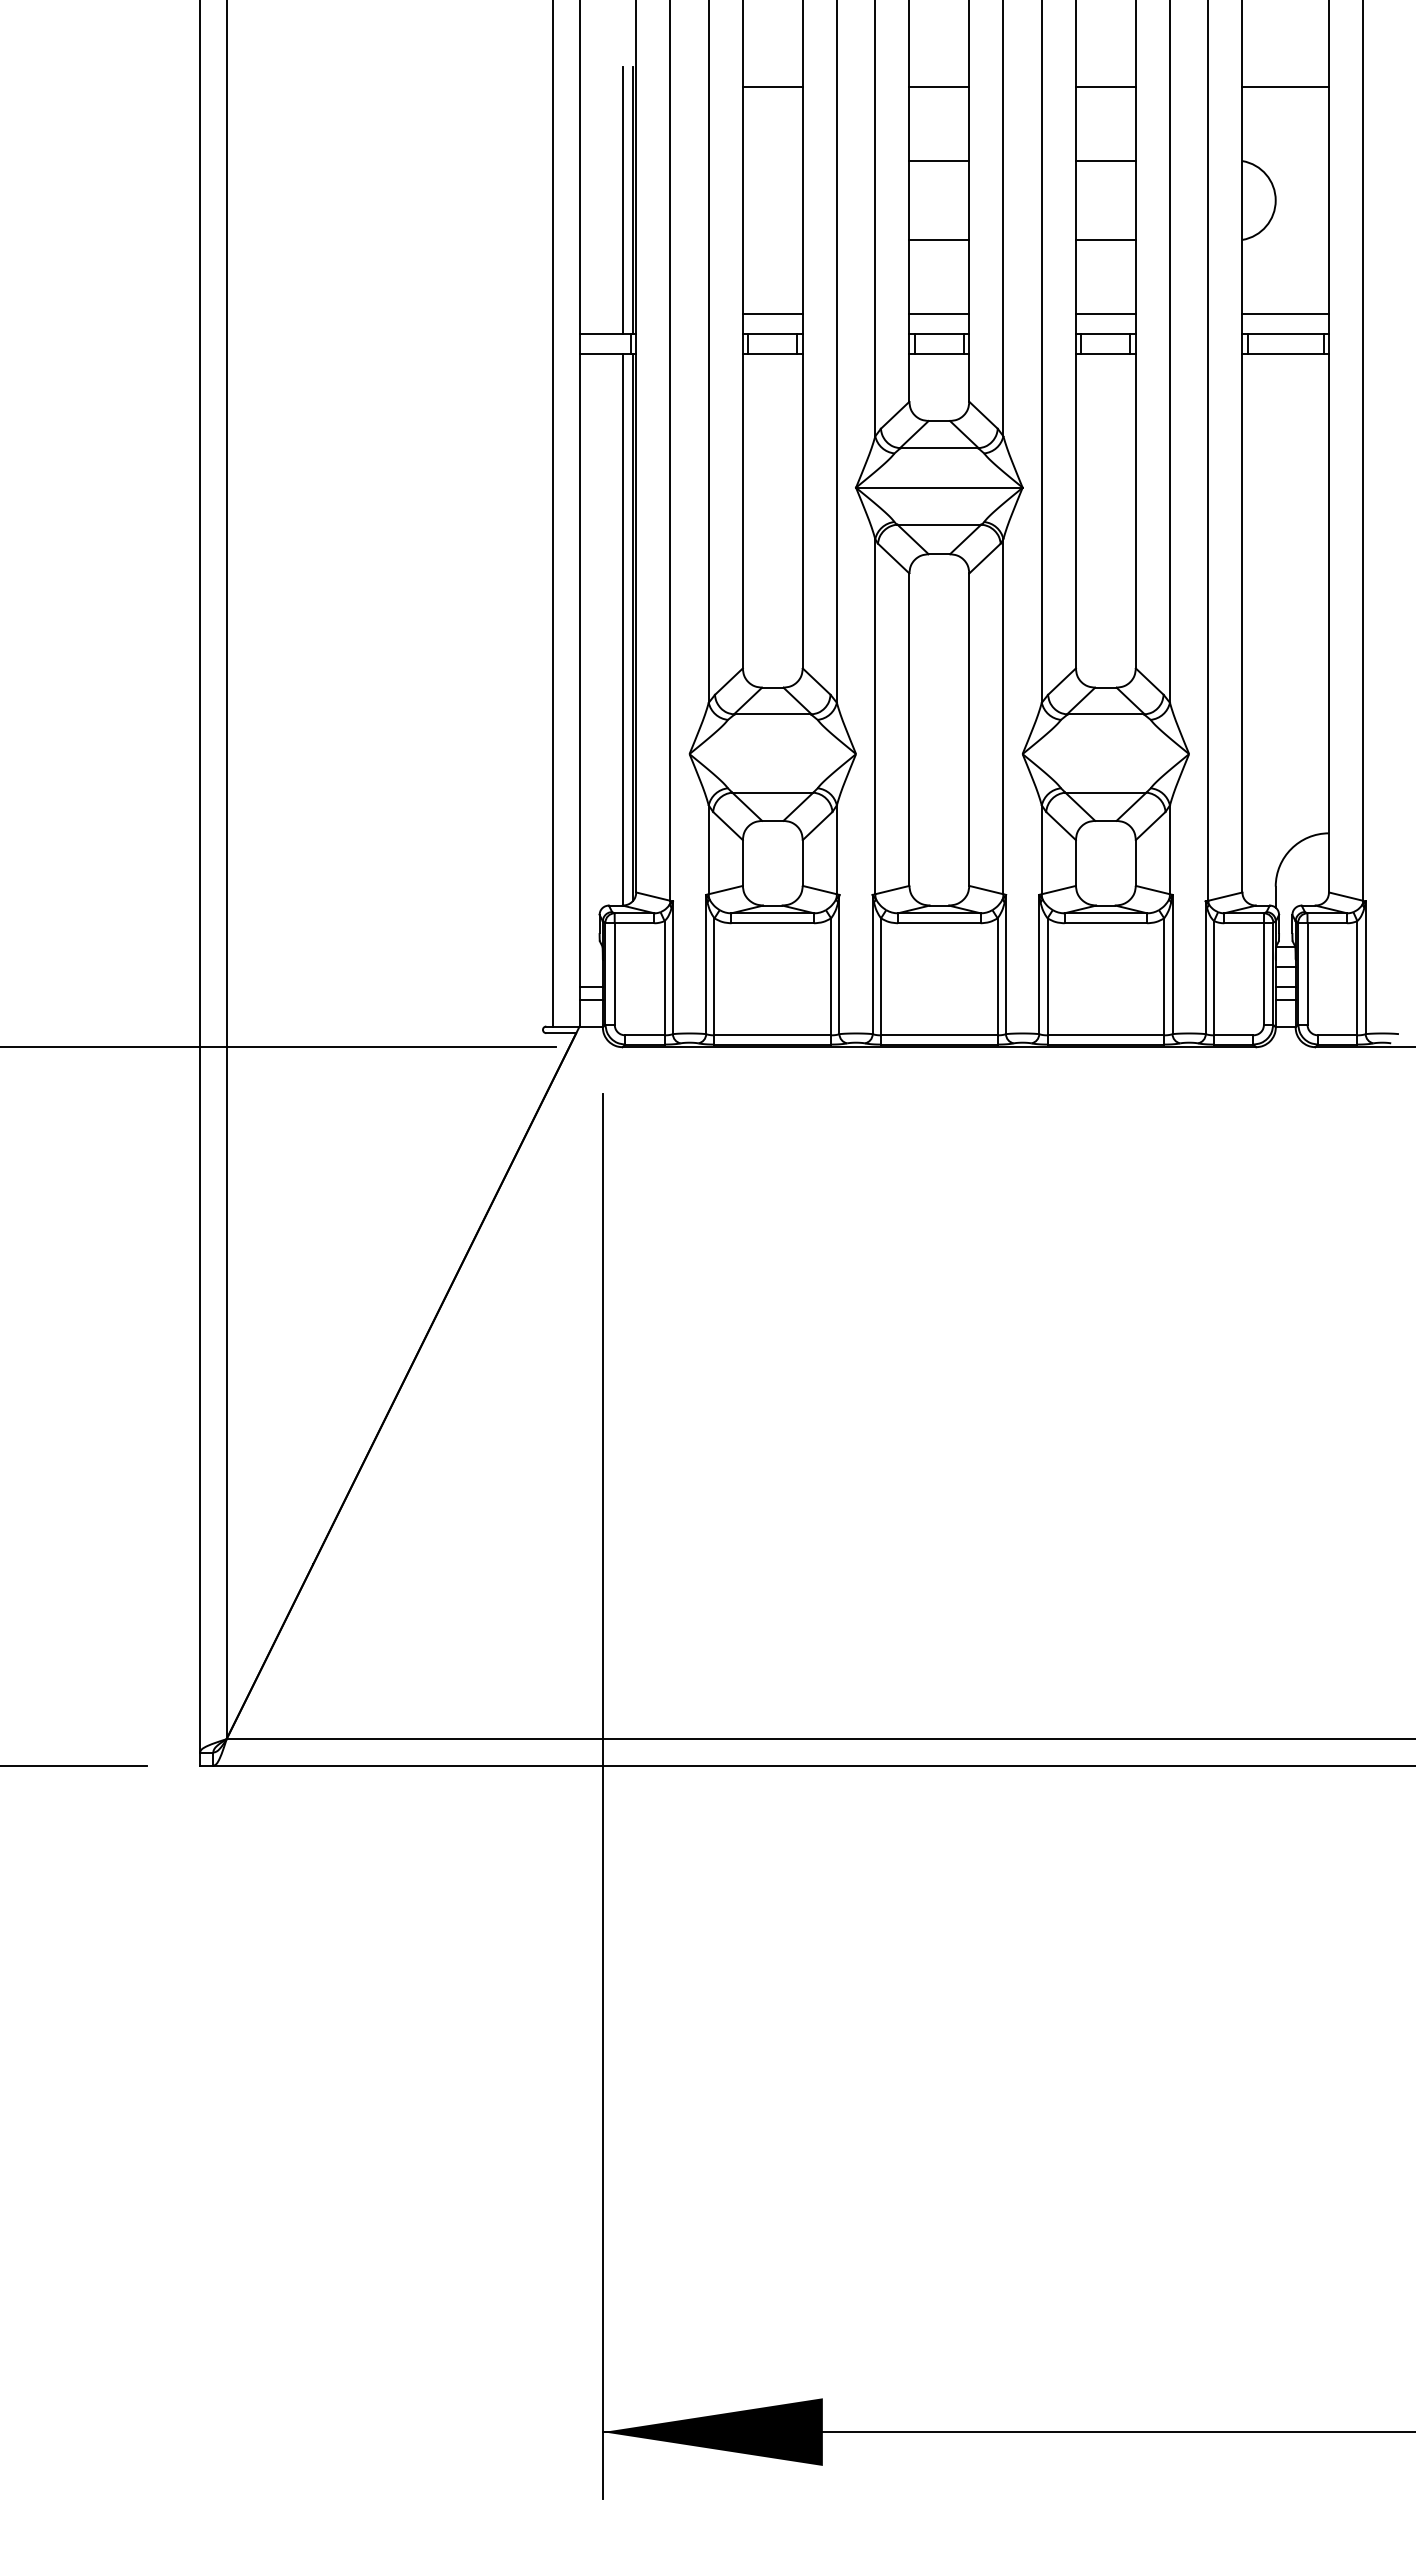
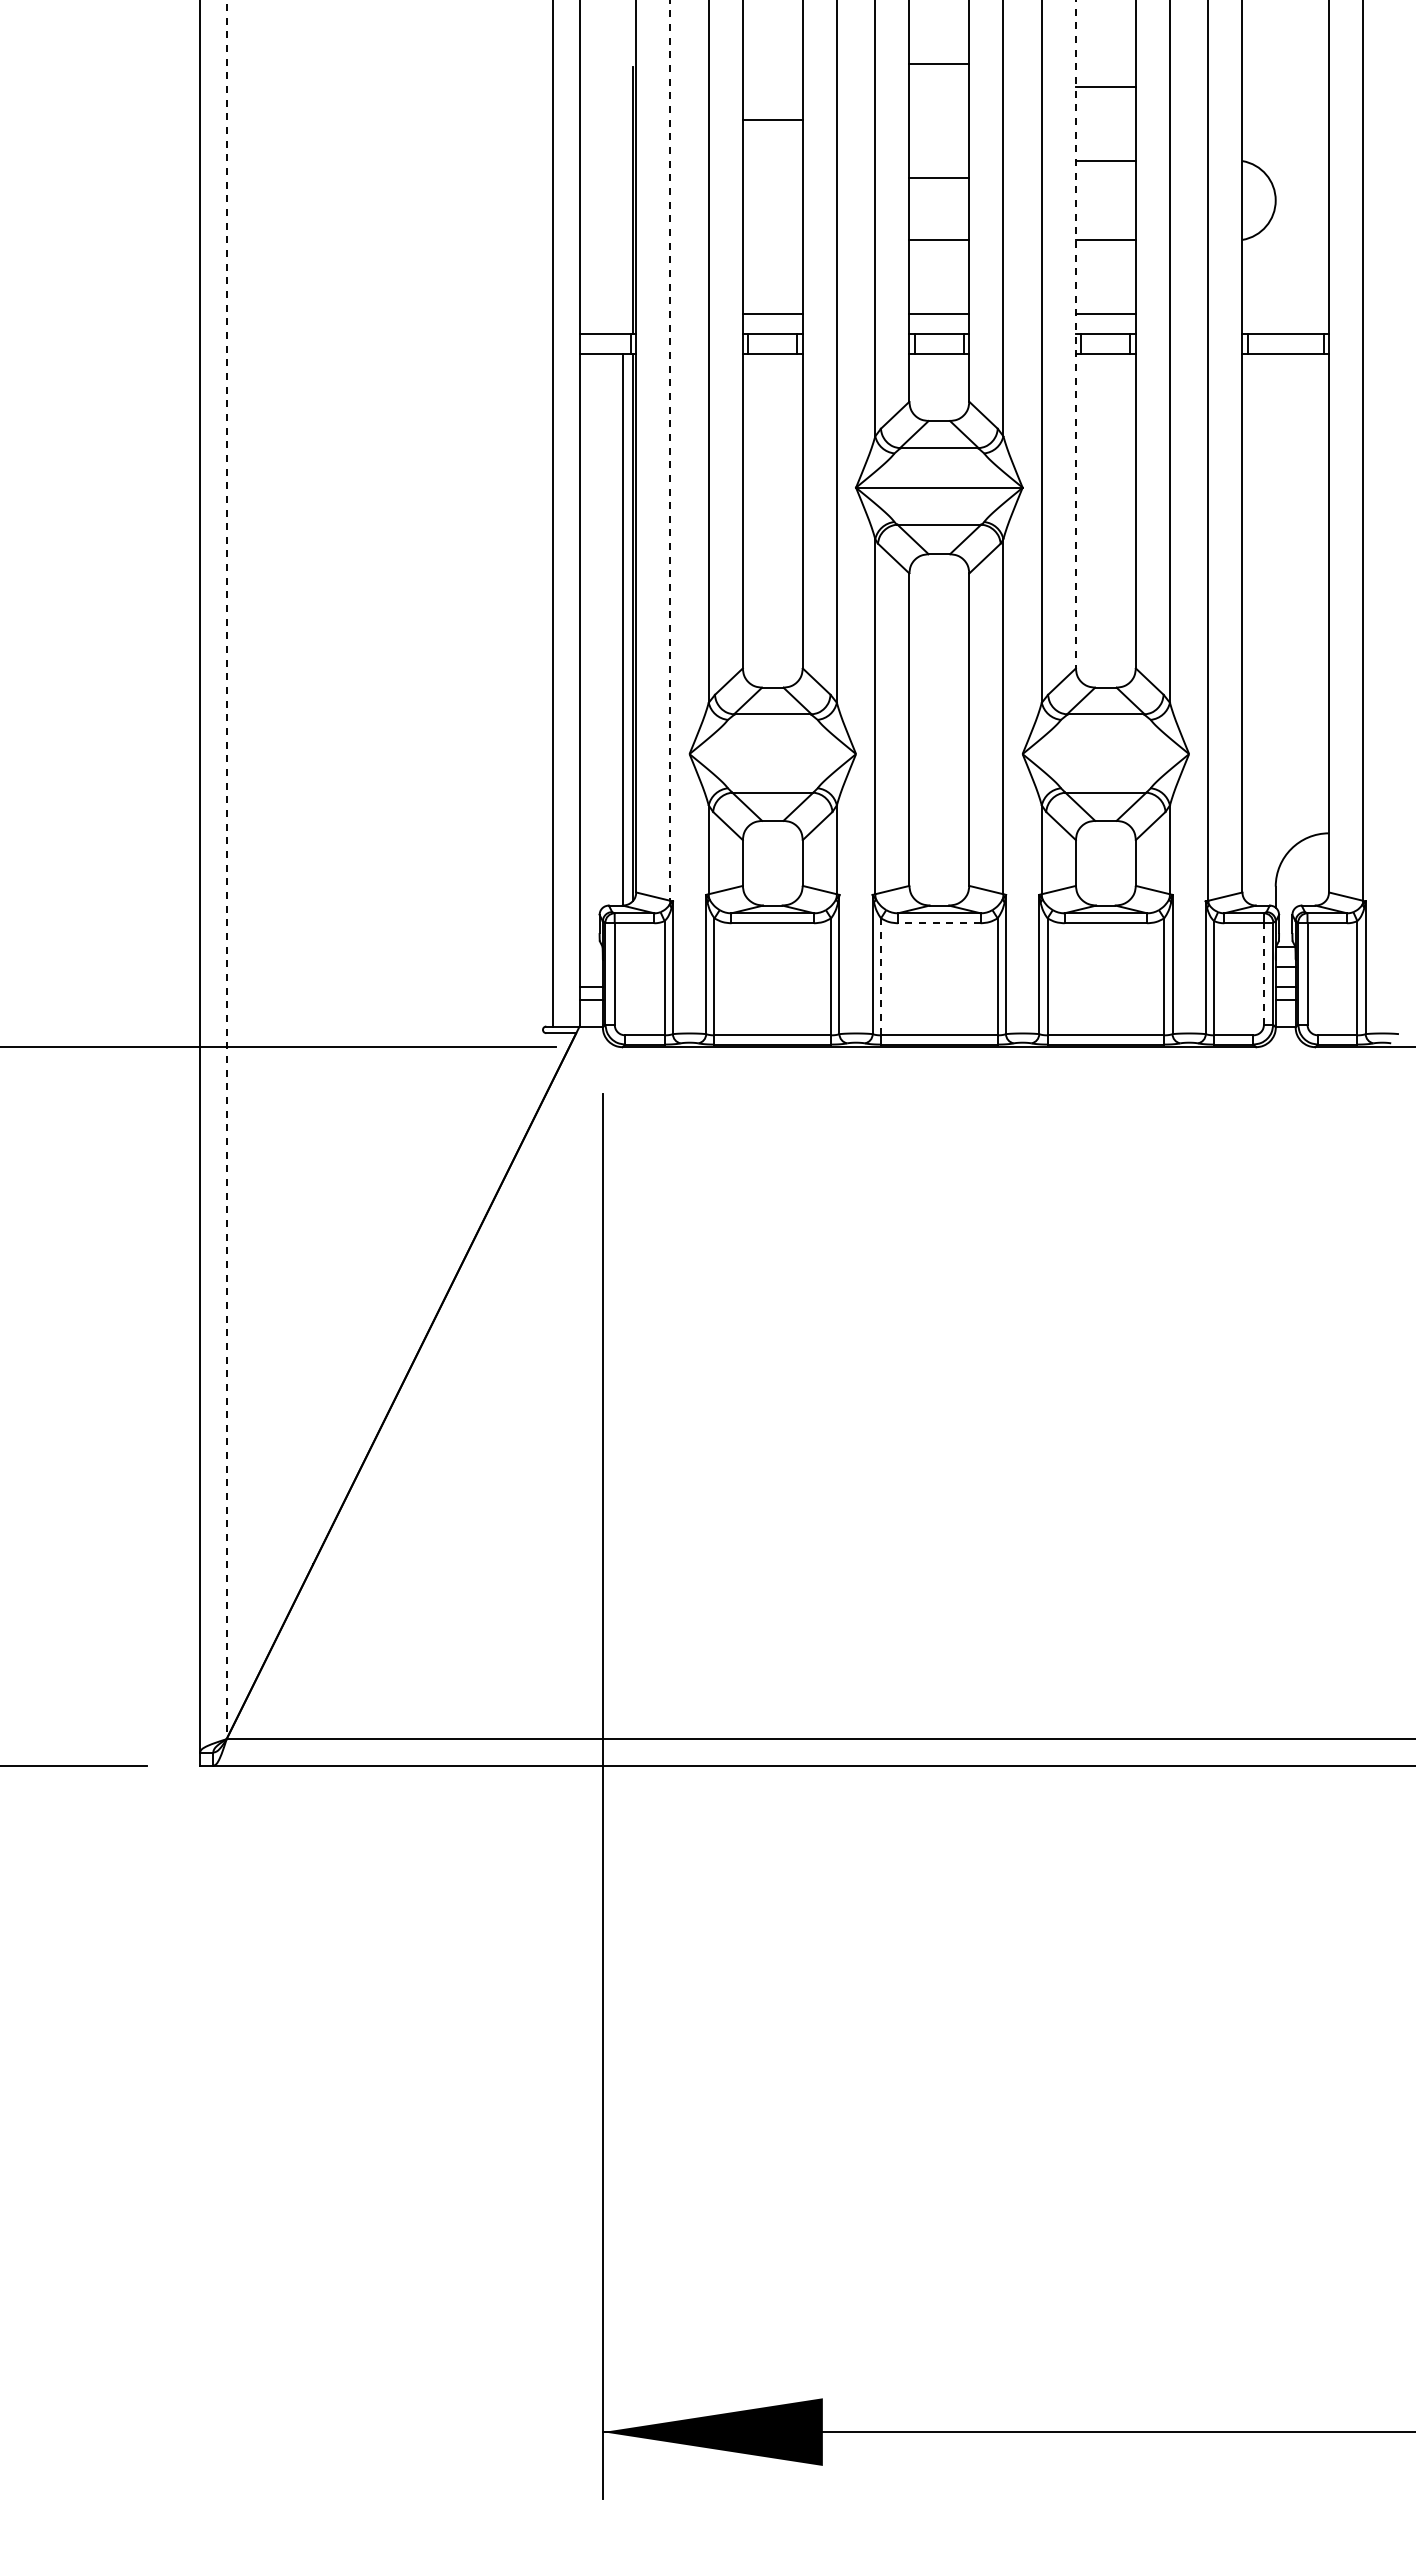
line at (772, 87) position: (772, 87) -> (772, 120)
line at (939, 87) position: (939, 87) -> (939, 64)
line at (1285, 87): present -> none
line at (939, 160) position: (939, 160) -> (939, 177)
line at (622, 200): present -> none
line at (1285, 313): present -> none
line at (1075, 334): solid -> dashed
line at (670, 450): solid -> dashed
line at (226, 870): solid -> dashed
line at (938, 923): solid -> dashed
line at (1263, 974): solid -> dashed
line at (881, 977): solid -> dashed
